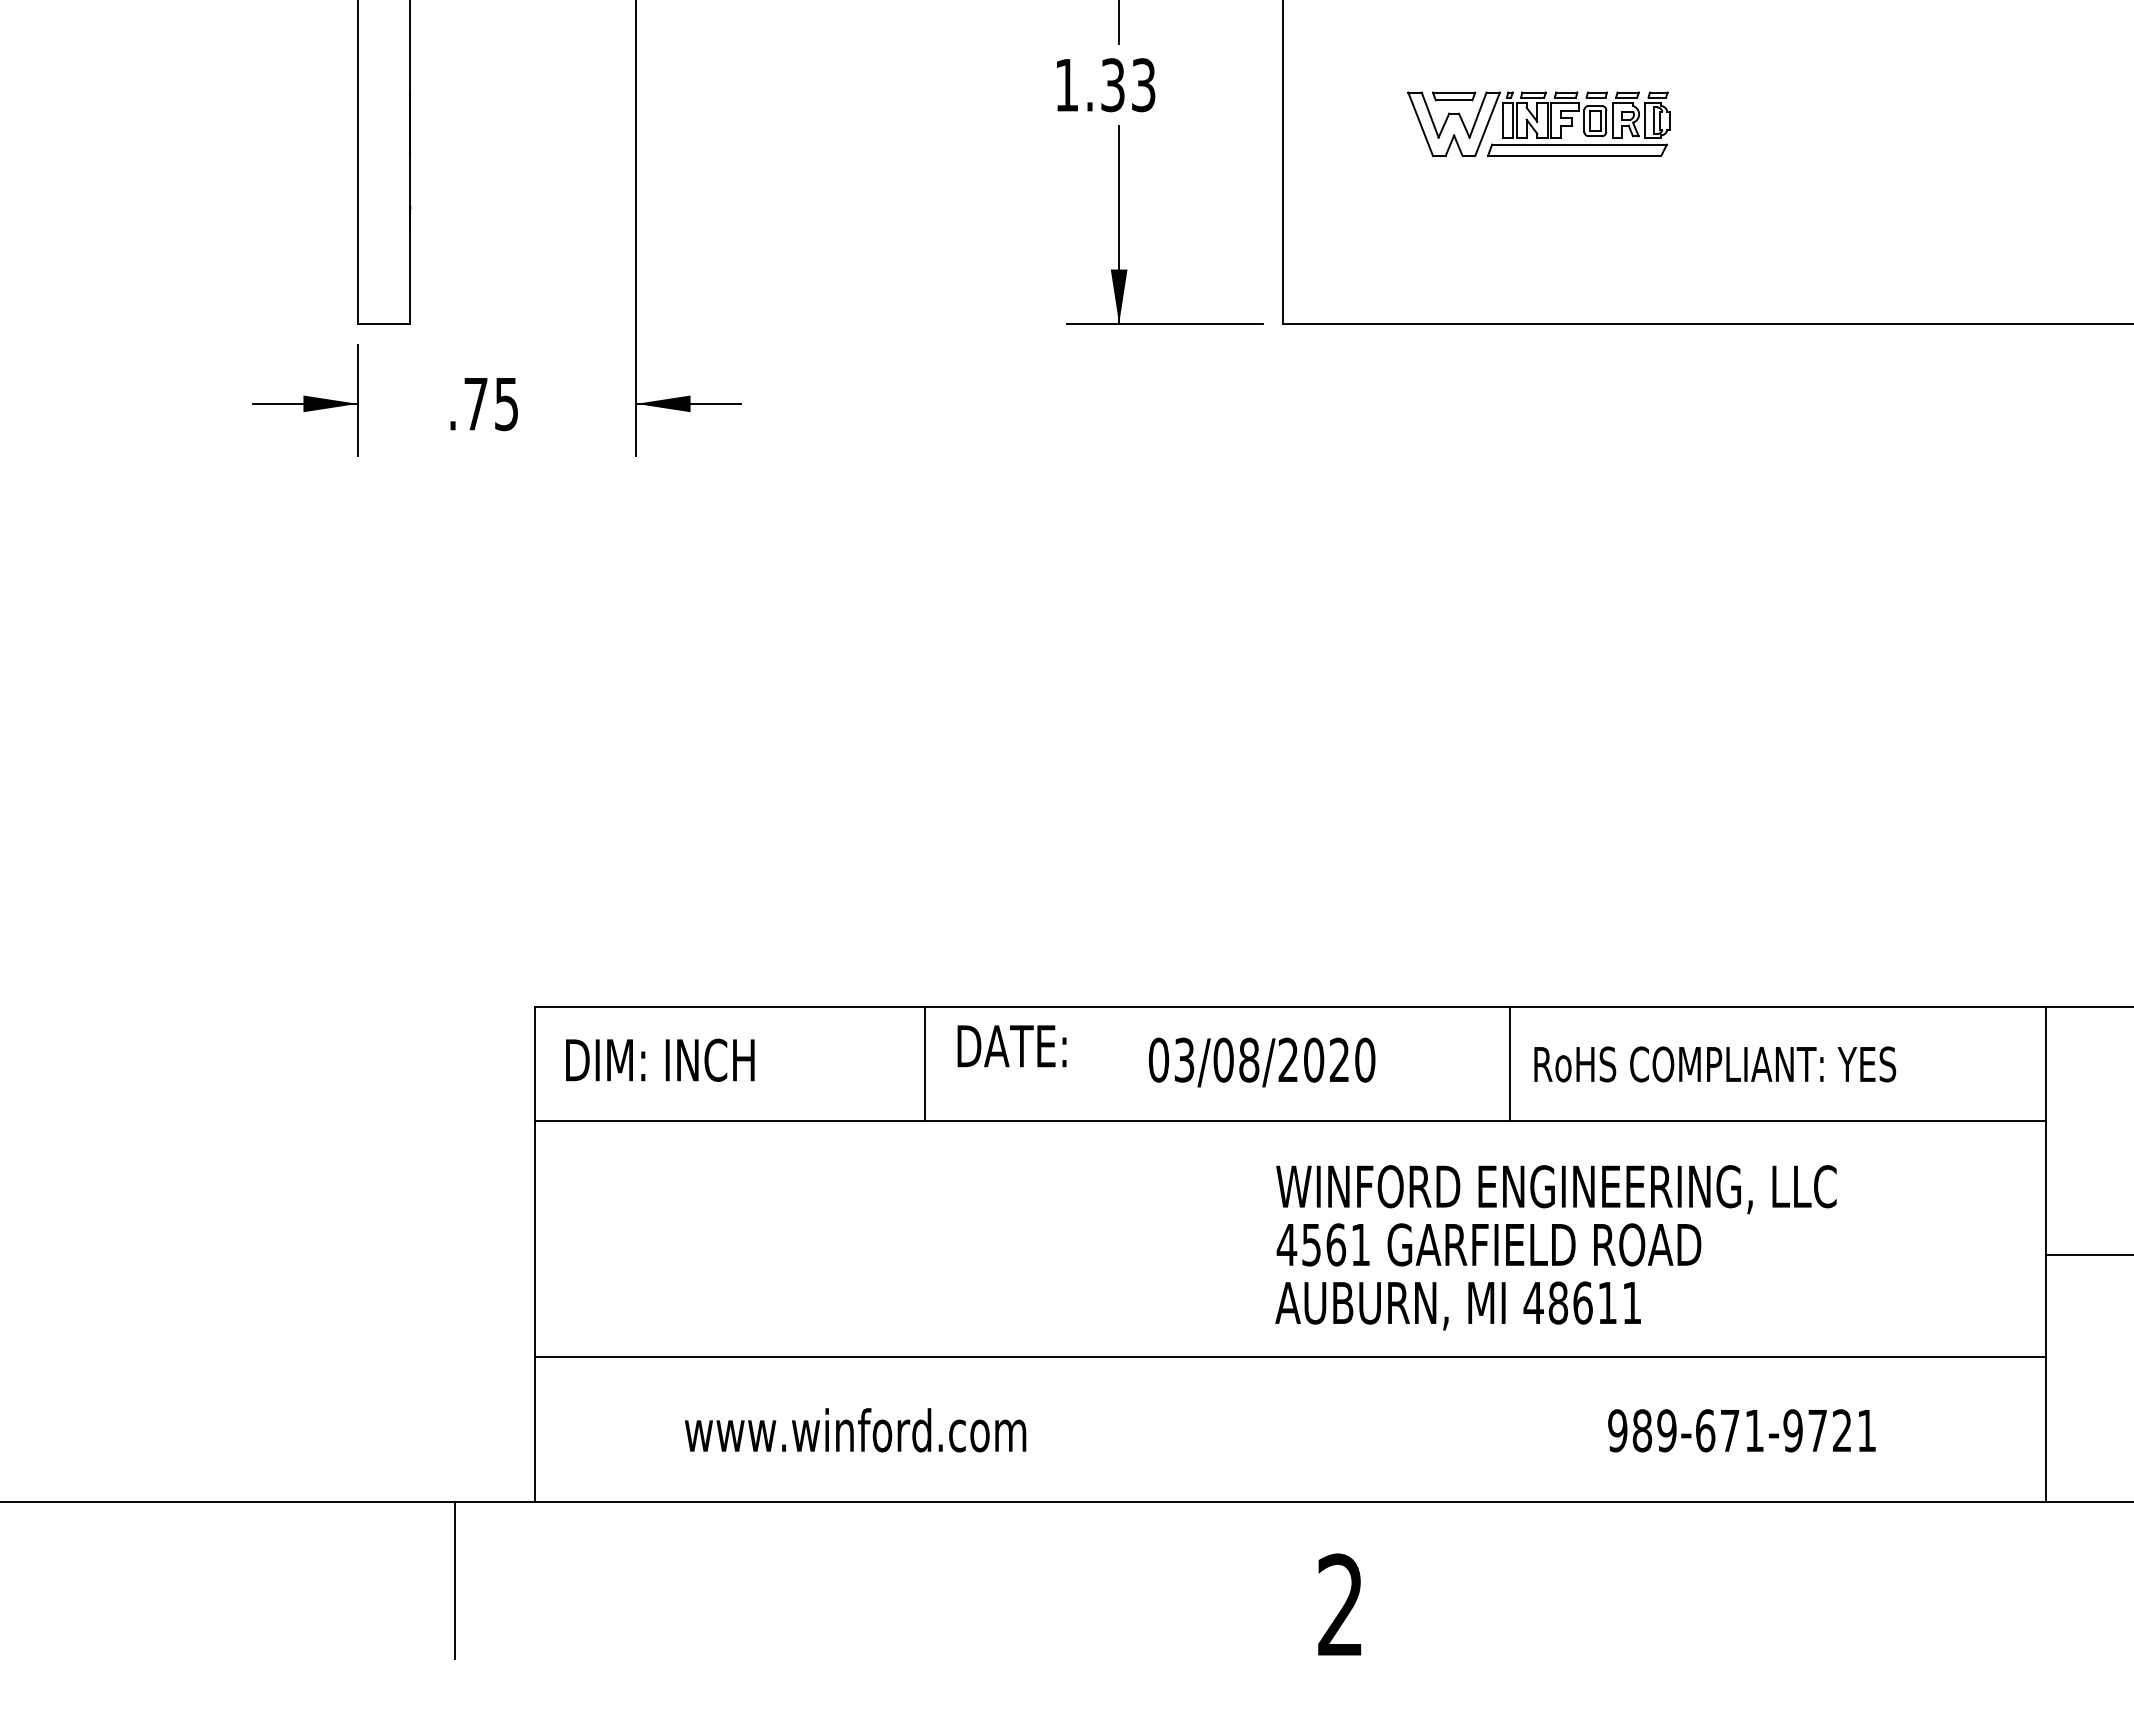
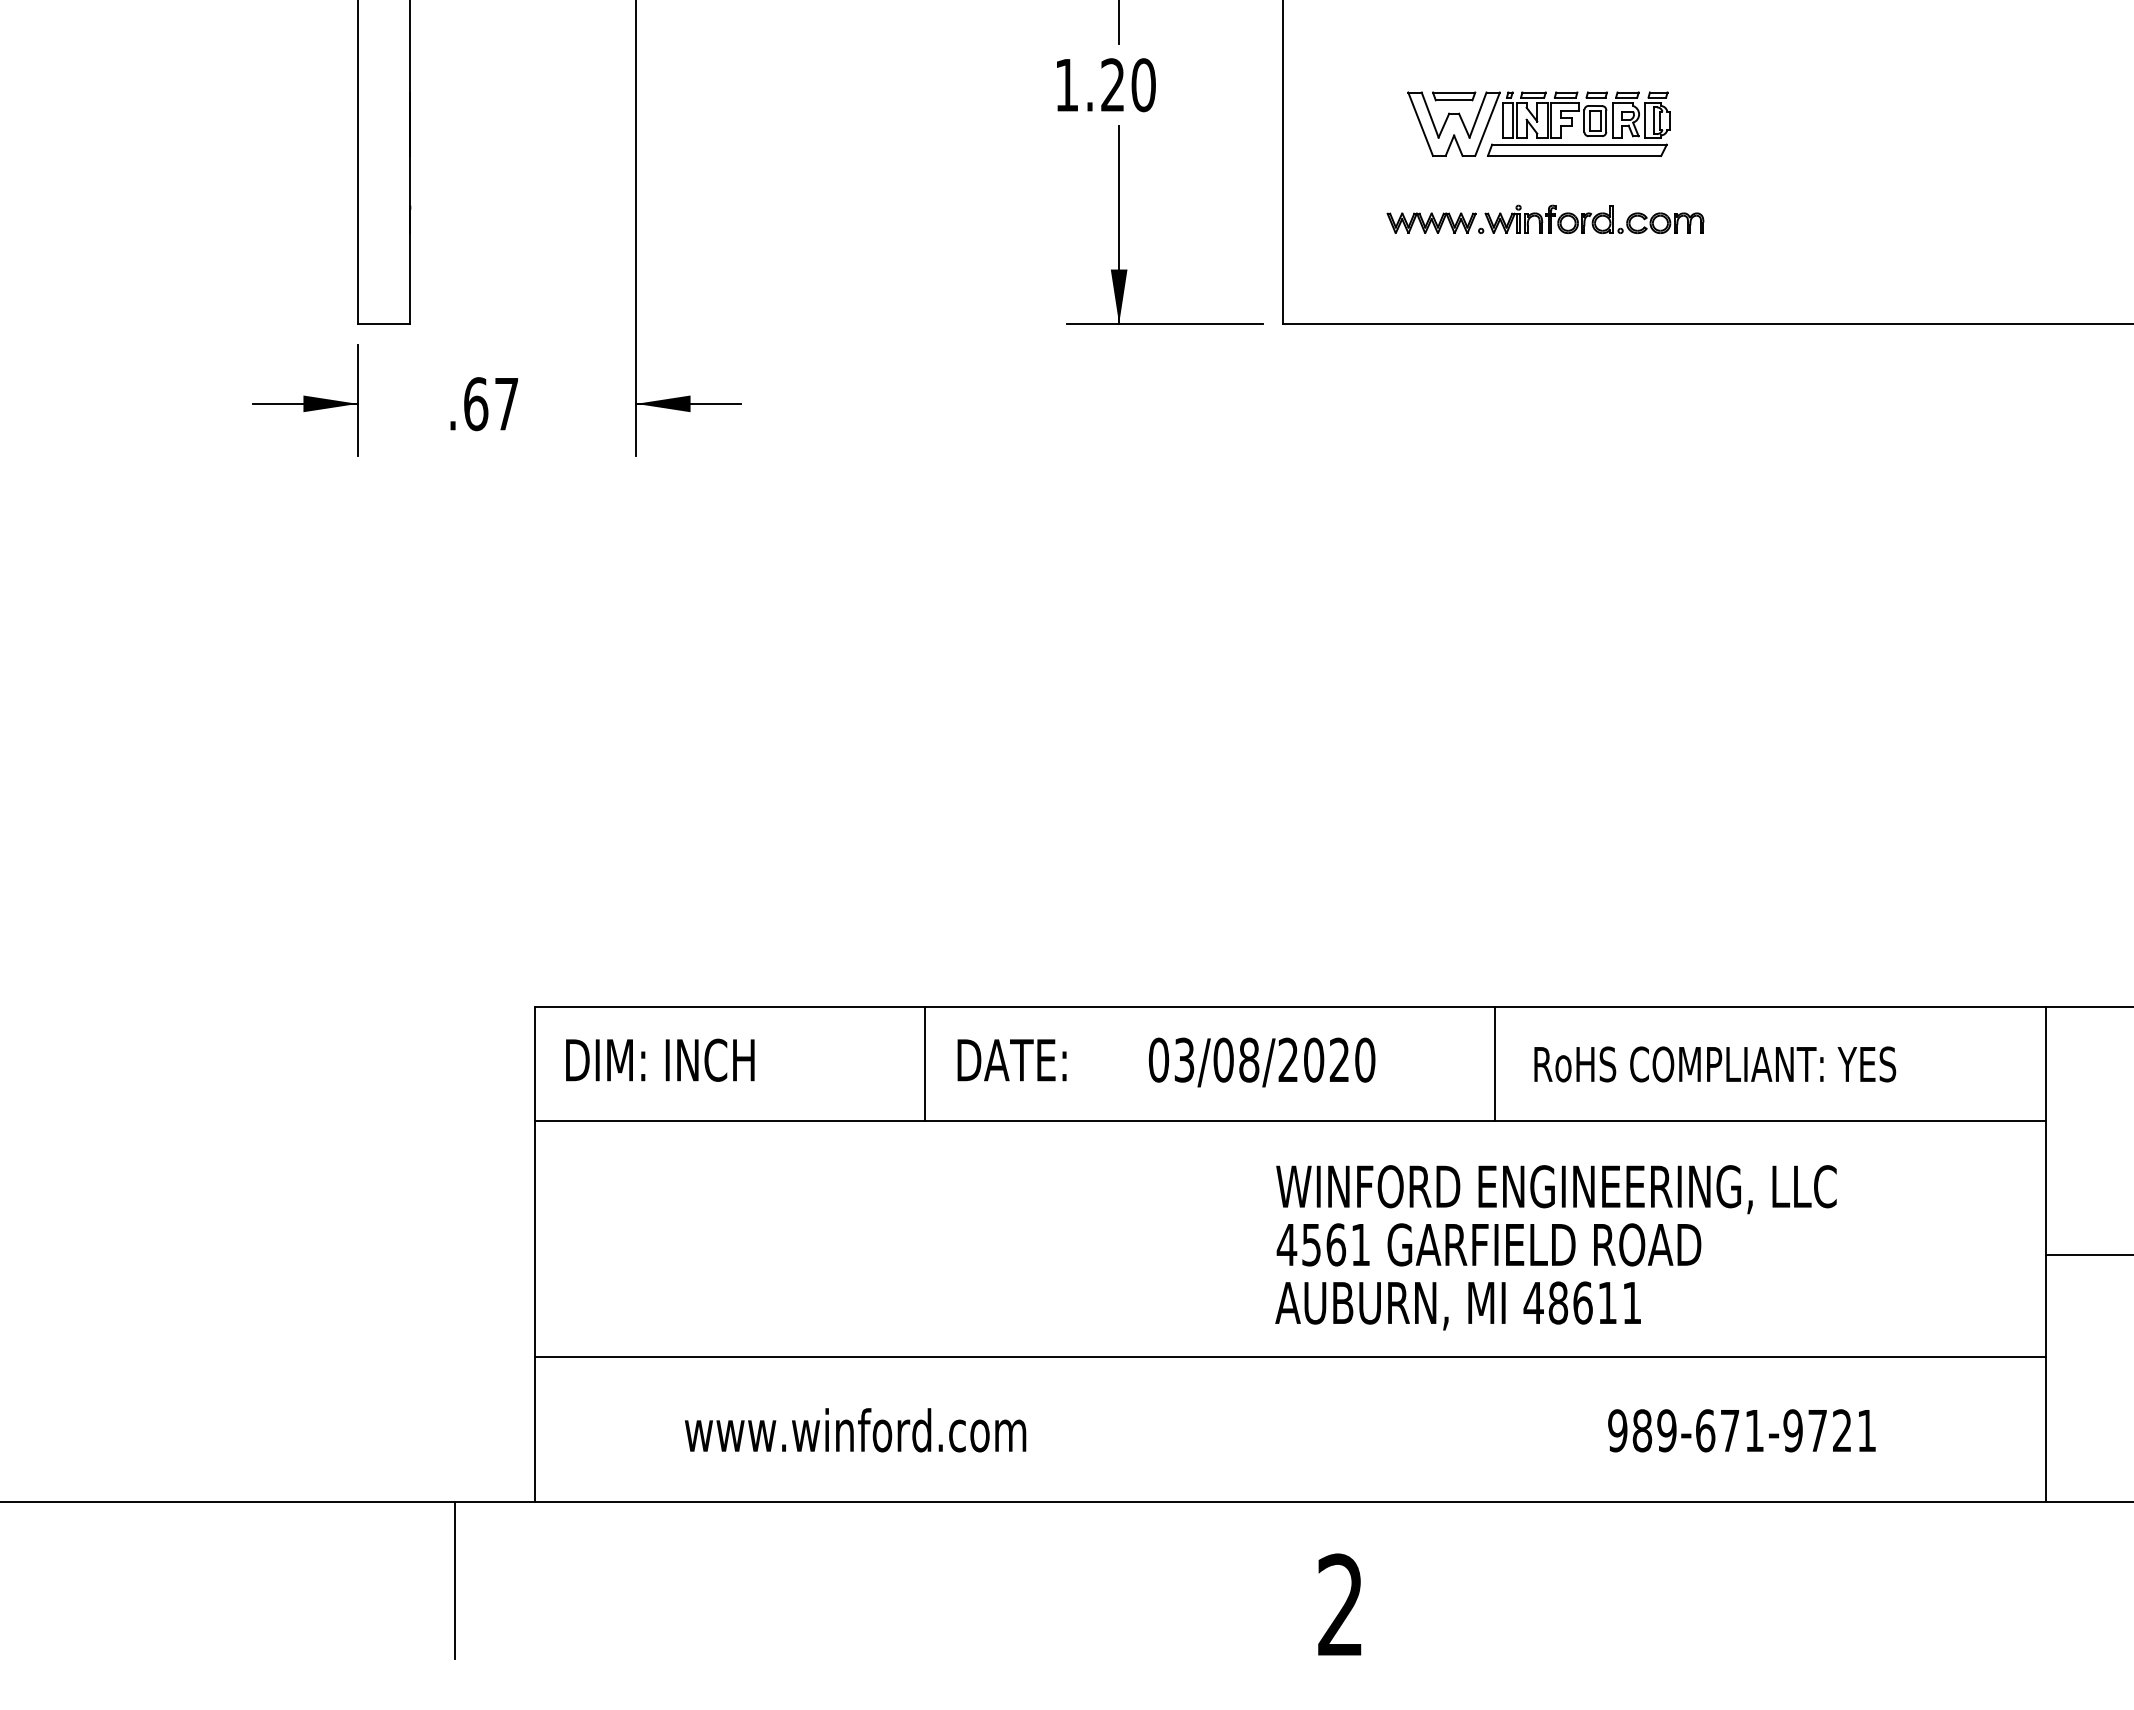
text at (1128, 85): 1.33 -> 1.20
part at (1545, 218): none -> present
text at (491, 404): .75 -> .67
text at (1011, 1046) position: (1011, 1046) -> (1011, 1060)
line at (1510, 1063) position: (1510, 1063) -> (1495, 1063)
